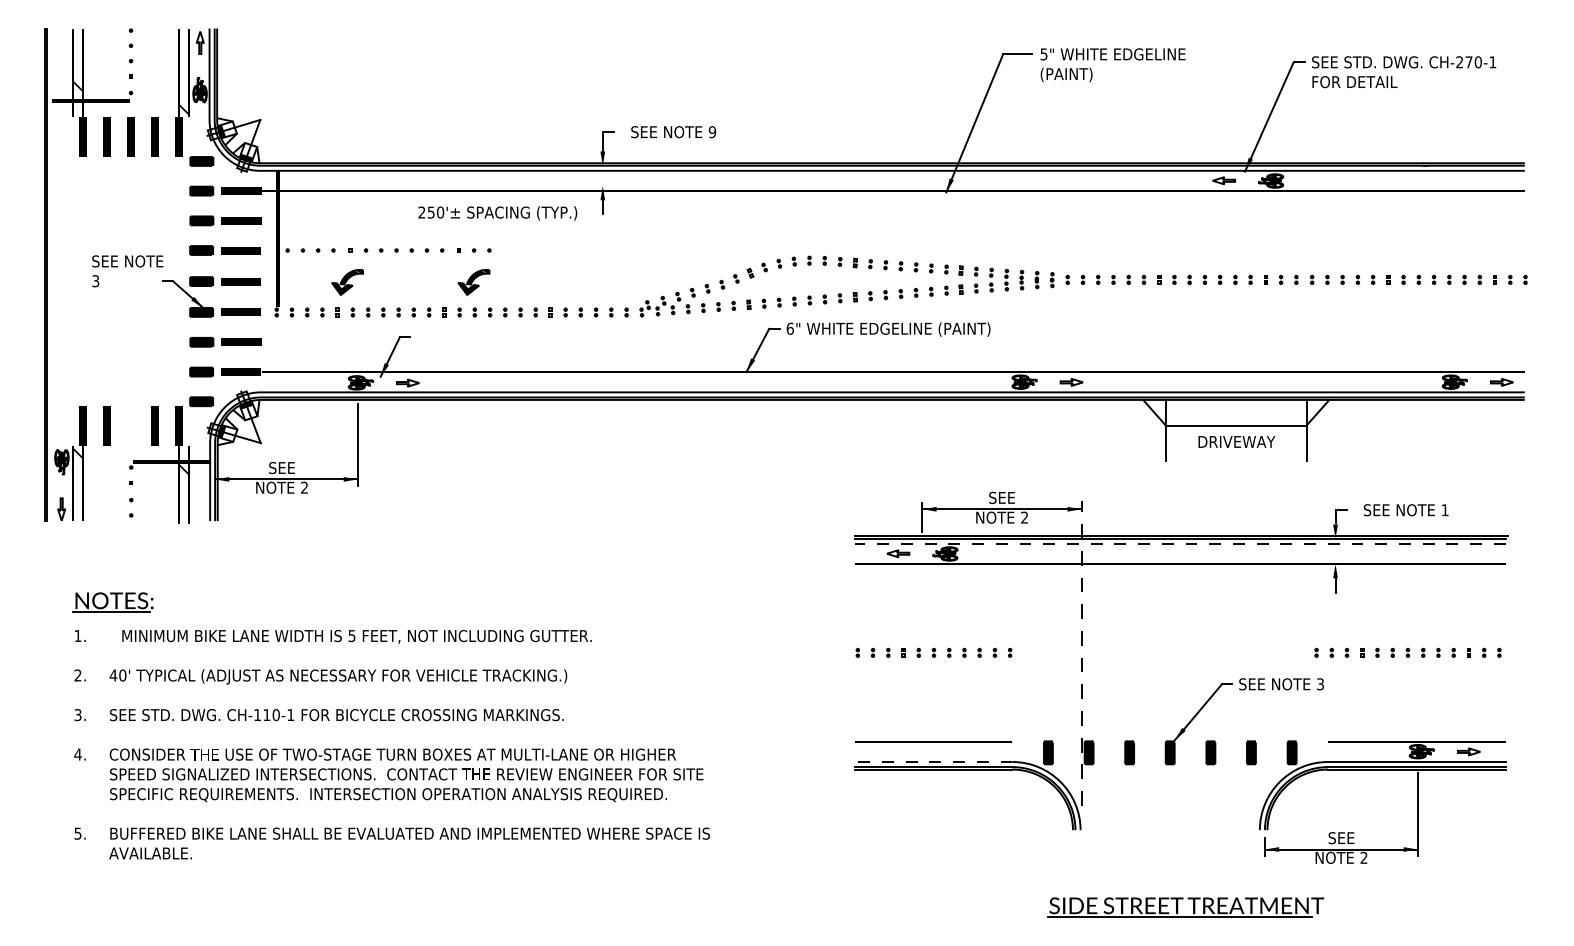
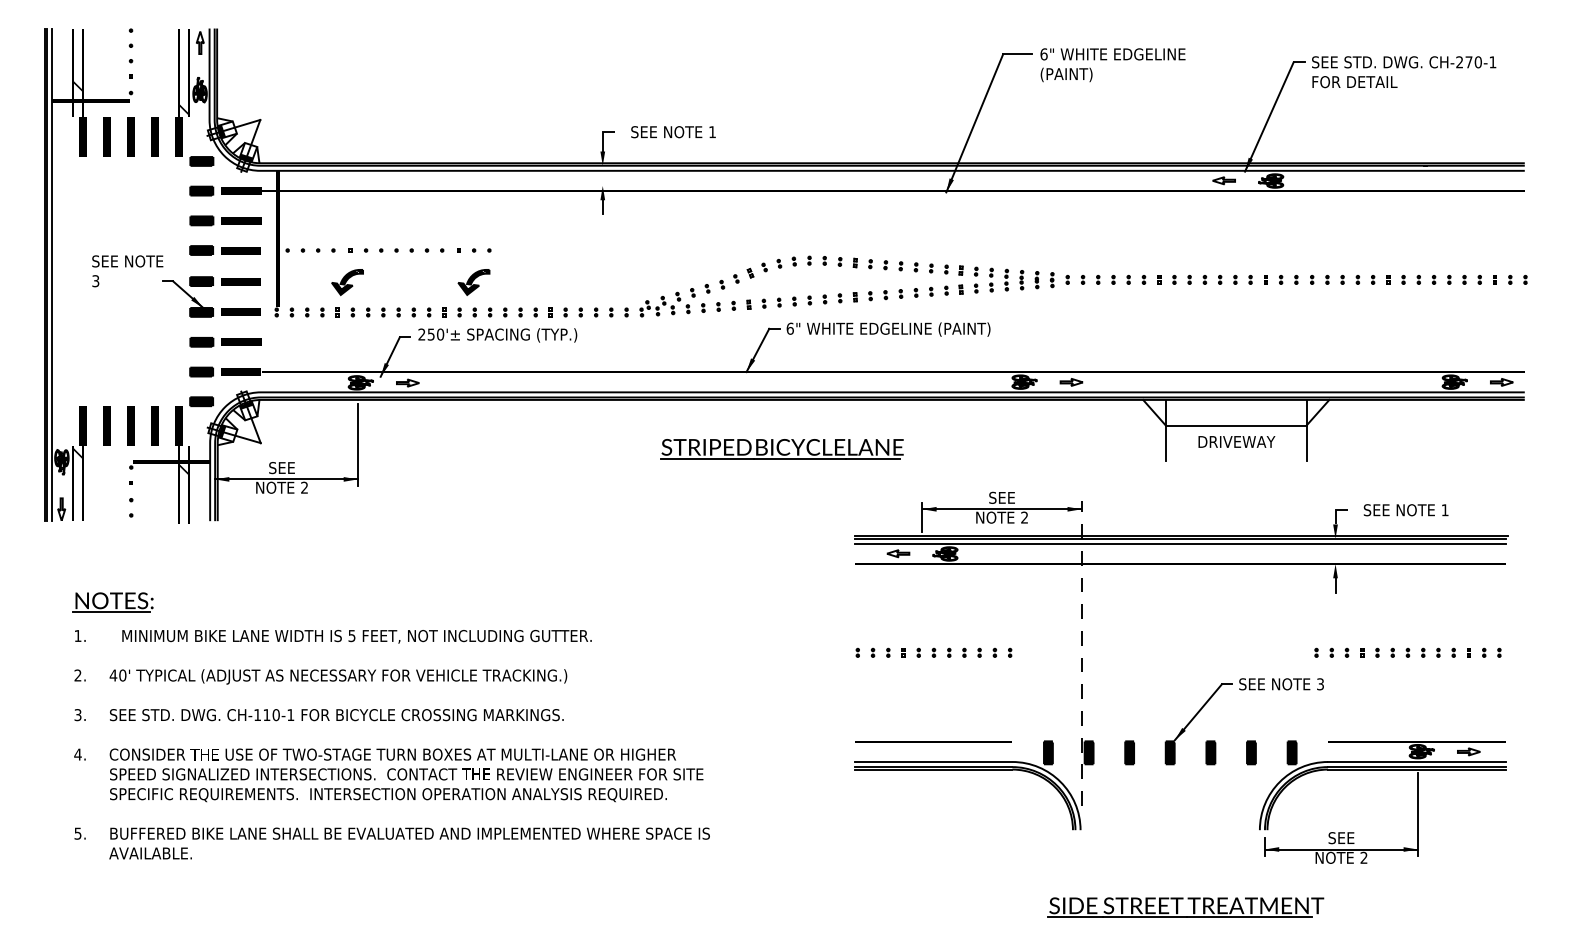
text at (1043, 54): 5" -> 6"
text at (712, 132): 9 -> 1
text at (497, 213) position: (497, 213) -> (497, 335)
line at (52, 274): none -> present
line at (130, 425): none -> present
part at (781, 449): none -> present
line at (1180, 543): dashed -> solid
line at (933, 761): dashed -> solid
